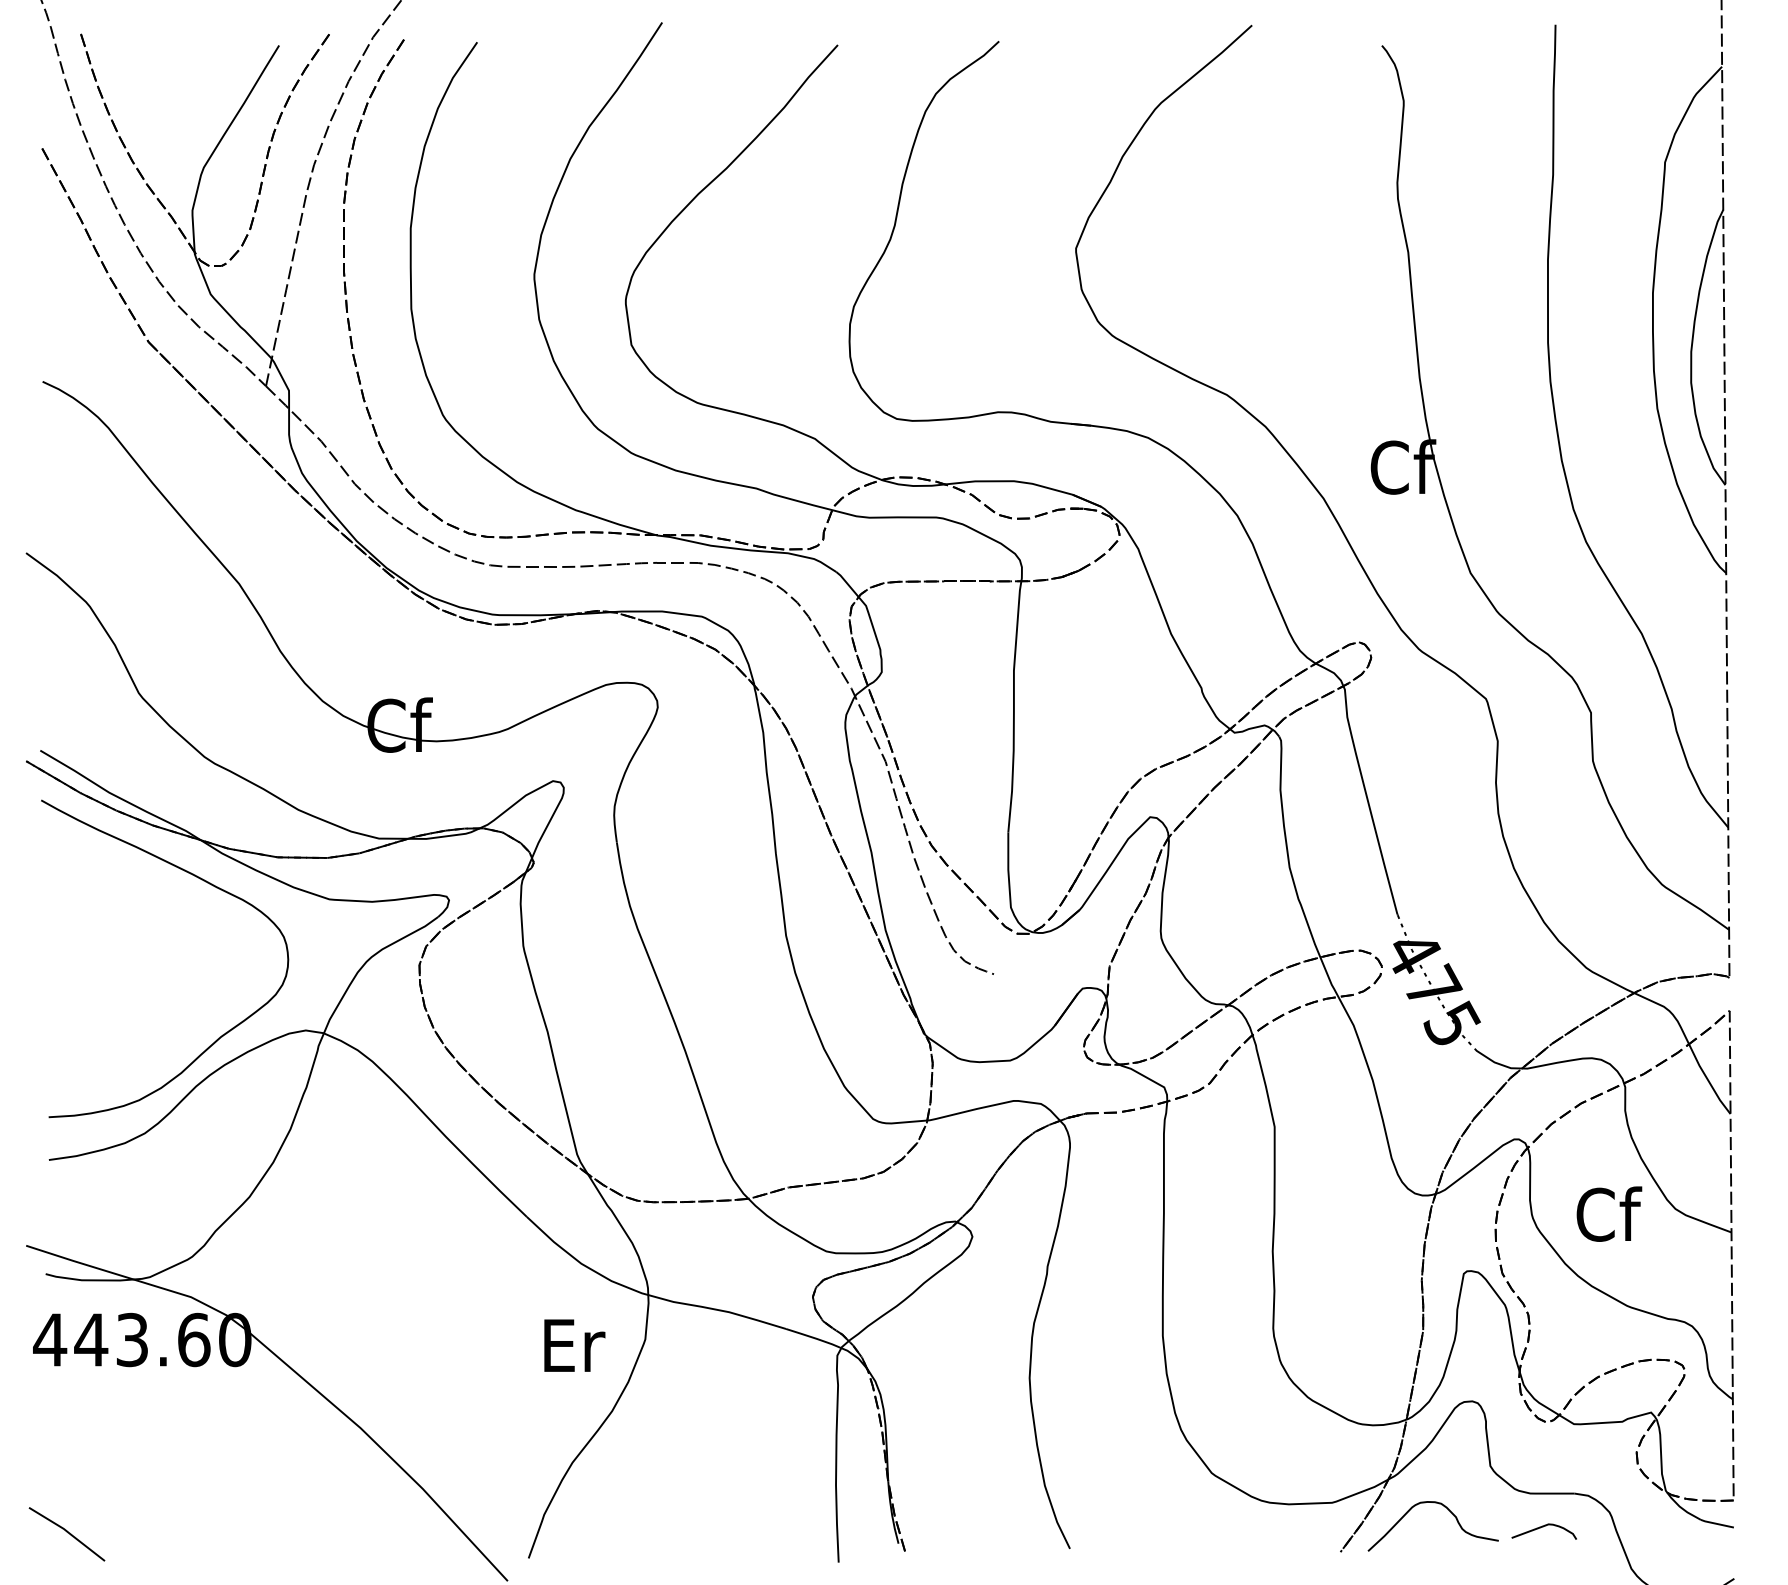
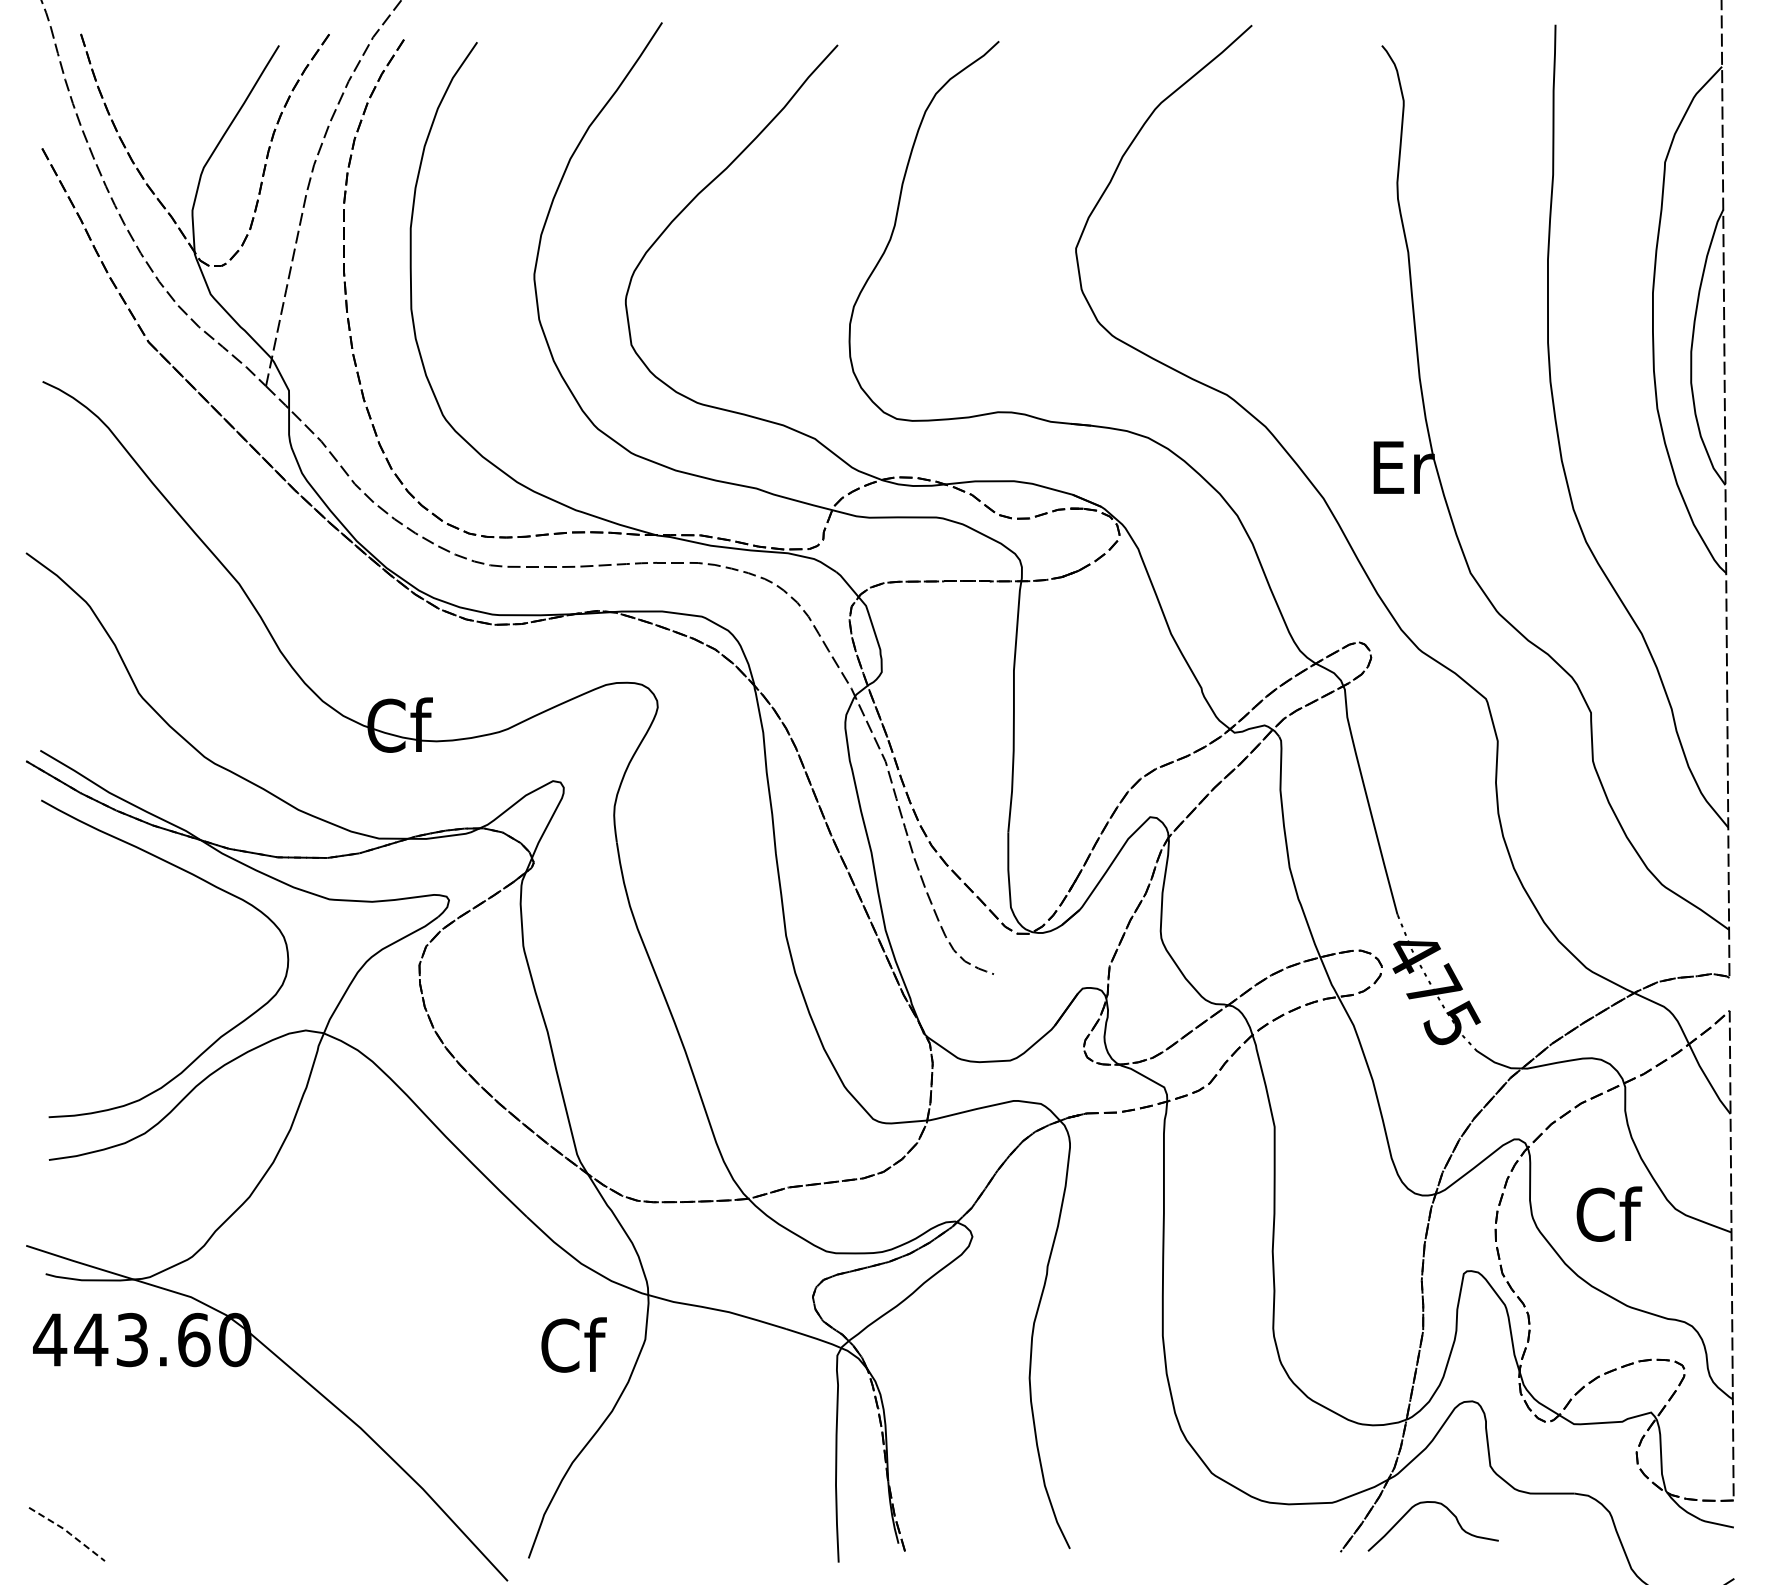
text at (1403, 466): Cf -> Er
text at (573, 1344): Er -> Cf
curve at (1543, 1527): present -> none
line at (68, 1532): solid -> dashed
